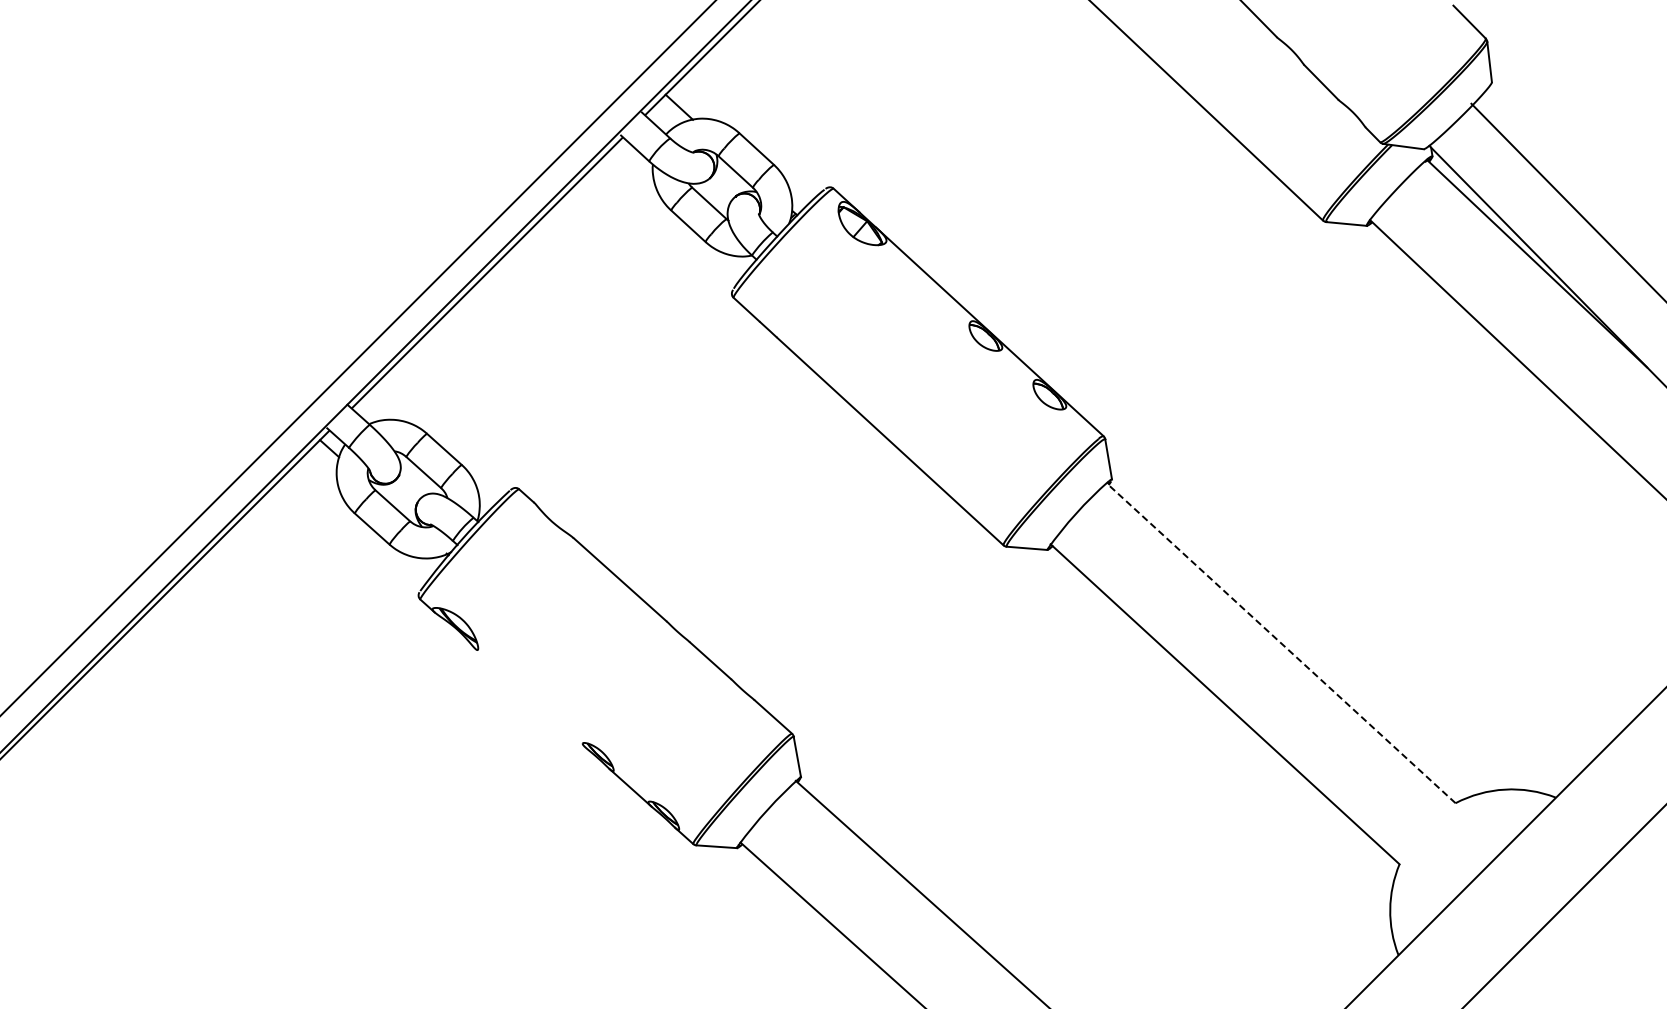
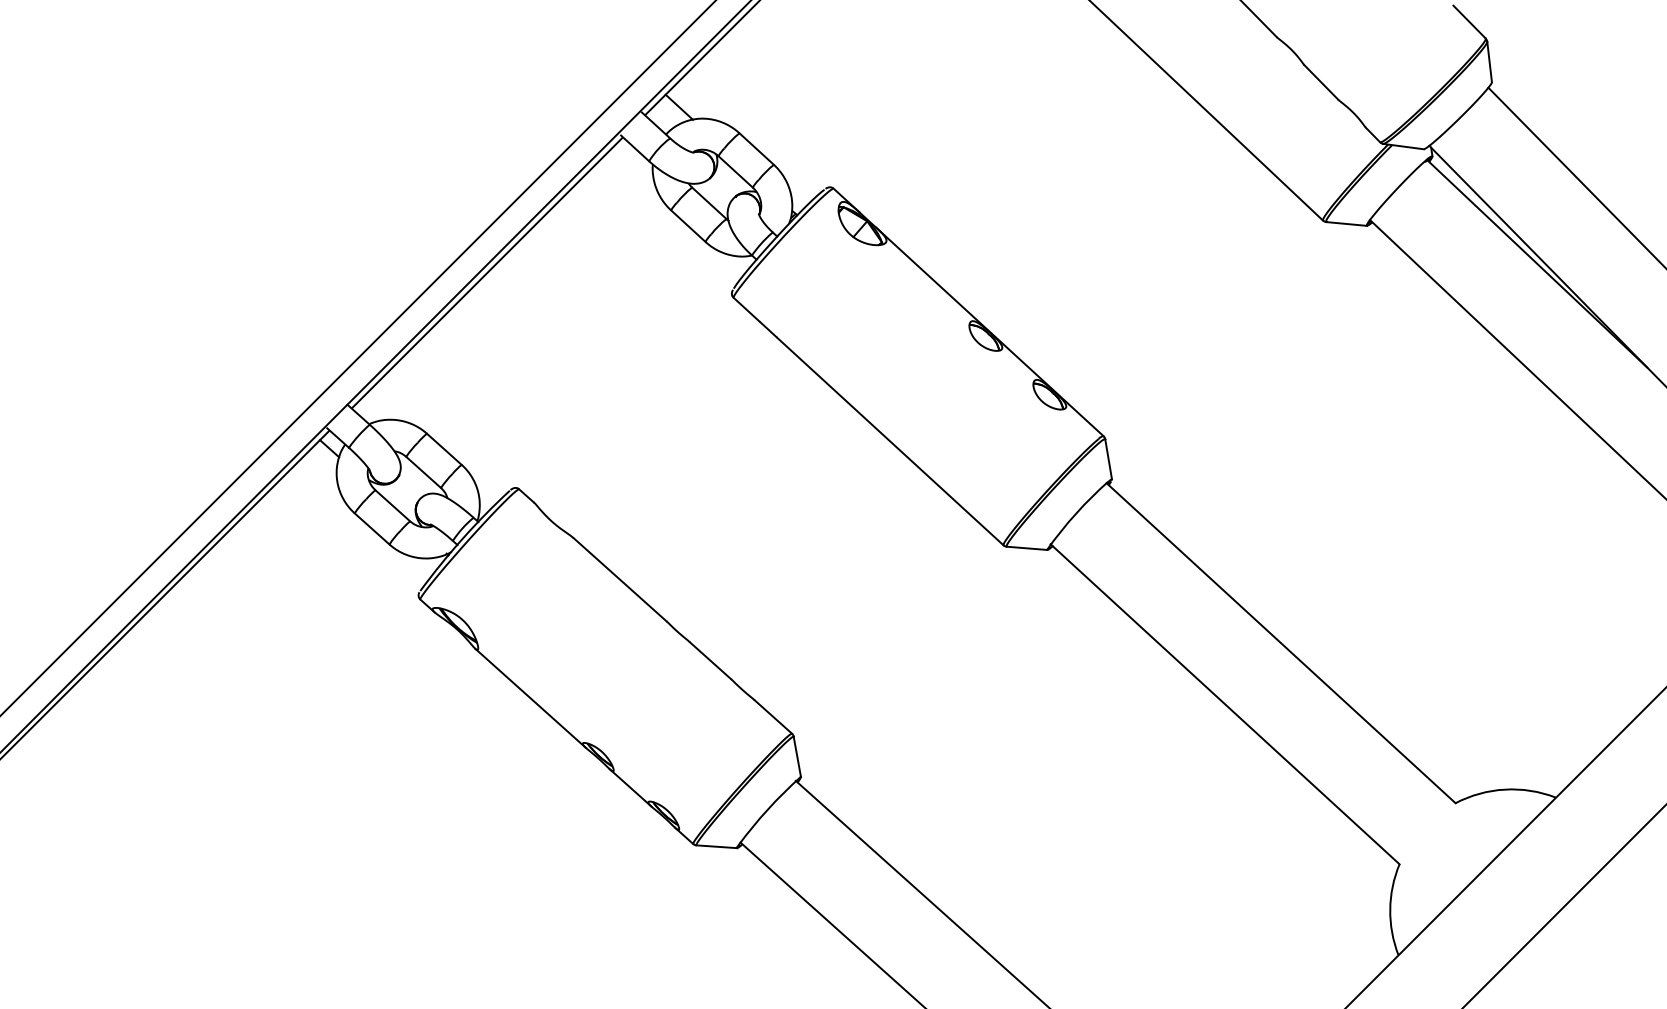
line at (1567, 201) position: (1567, 201) -> (1575, 176)
line at (1281, 643): dashed -> solid
line at (530, 698): none -> present
